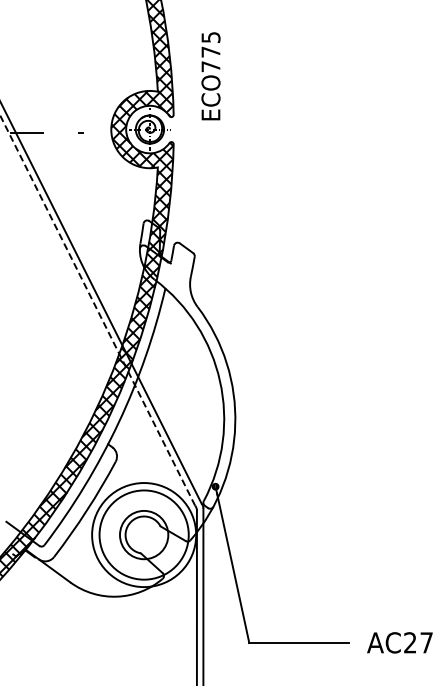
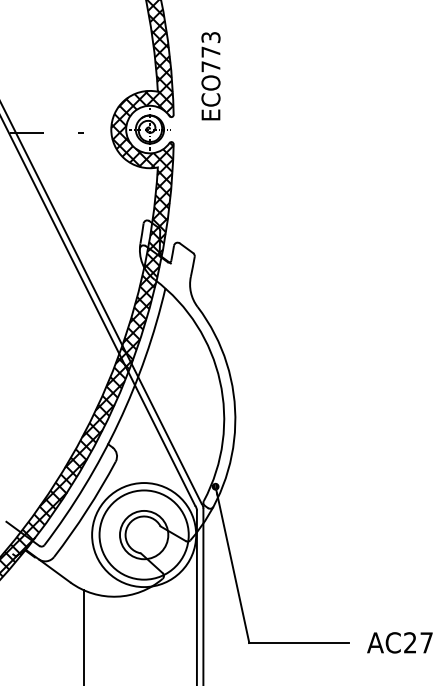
text at (210, 37): ECO775 -> ECO773
line at (97, 310): dashed -> solid
line at (84, 636): none -> present
